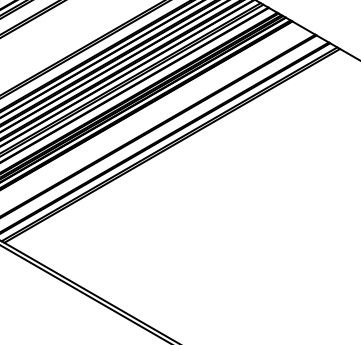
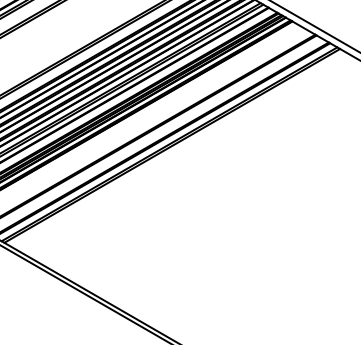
line at (315, 26): none -> present
